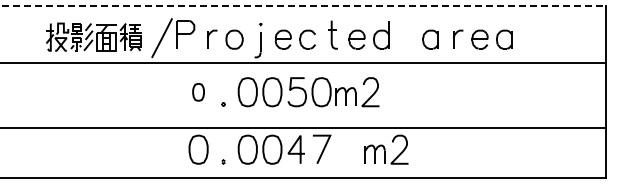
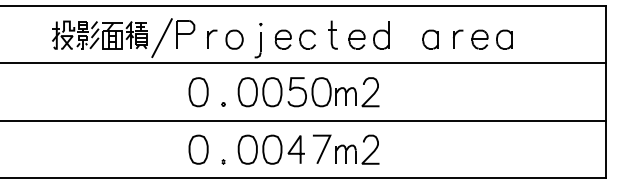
line at (303, 5): dashed -> solid
part at (93, 36) position: (93, 36) -> (99, 34)
part at (198, 92) size: 13x19 px -> 21x31 px
line at (304, 127) position: (304, 127) -> (304, 120)
part at (386, 149) position: (386, 149) -> (357, 149)
